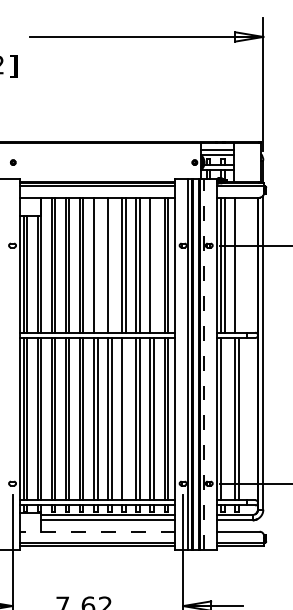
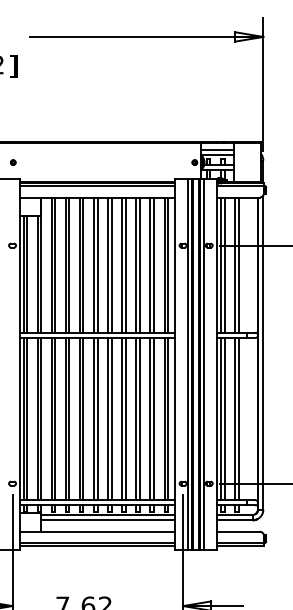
line at (97, 264): none -> present
line at (111, 264): none -> present
line at (153, 264): none -> present
line at (238, 264): none -> present
line at (204, 364): dashed -> solid
line at (125, 418): none -> present
line at (224, 418): none -> present
line at (97, 531): dashed -> solid
